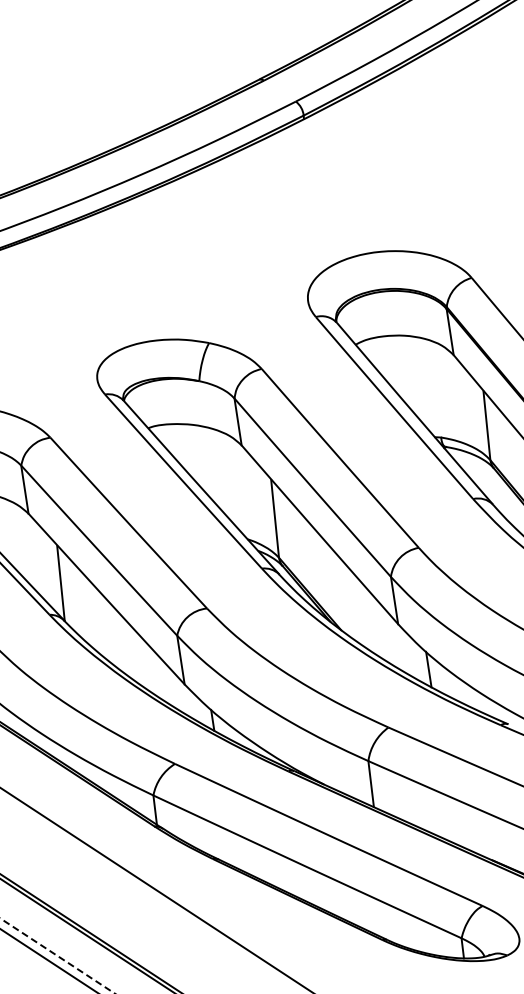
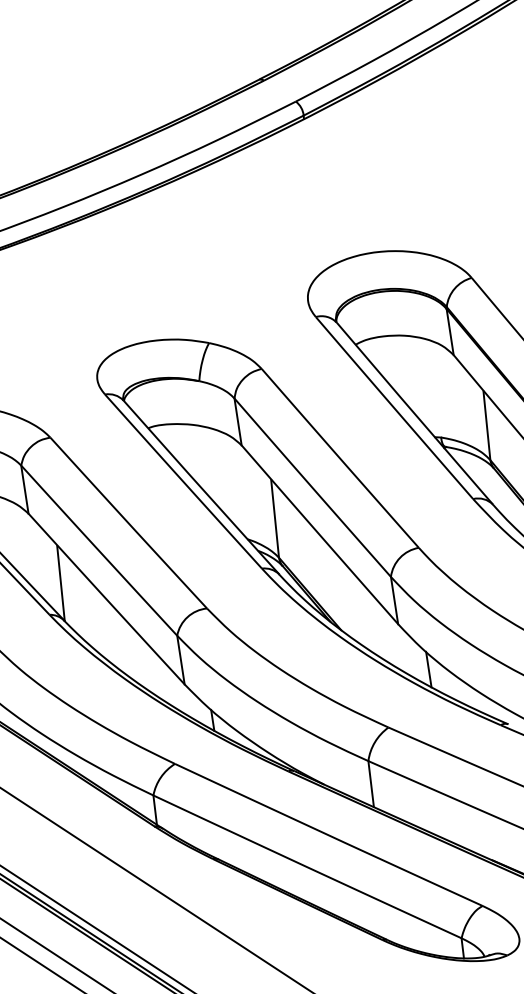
line at (96, 928): none -> present
line at (57, 956): dashed -> solid
line at (48, 960) position: (48, 960) -> (41, 964)
